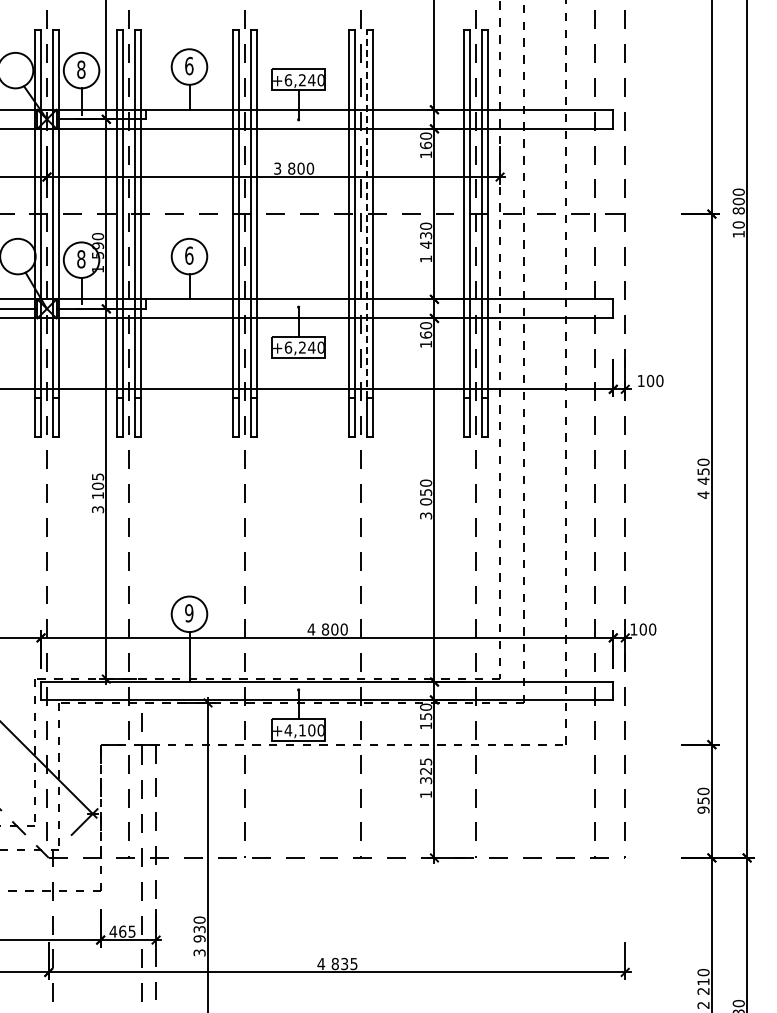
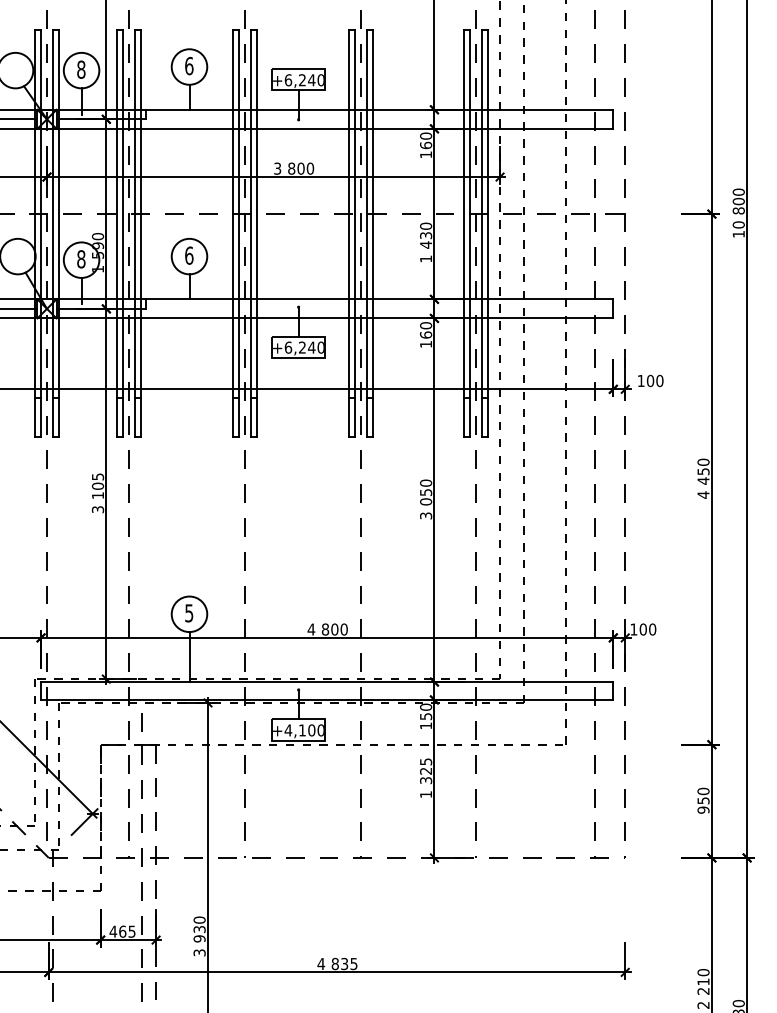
line at (19, 119): none -> present
line at (366, 214): dashed -> solid
text at (189, 613): 9 -> 5
